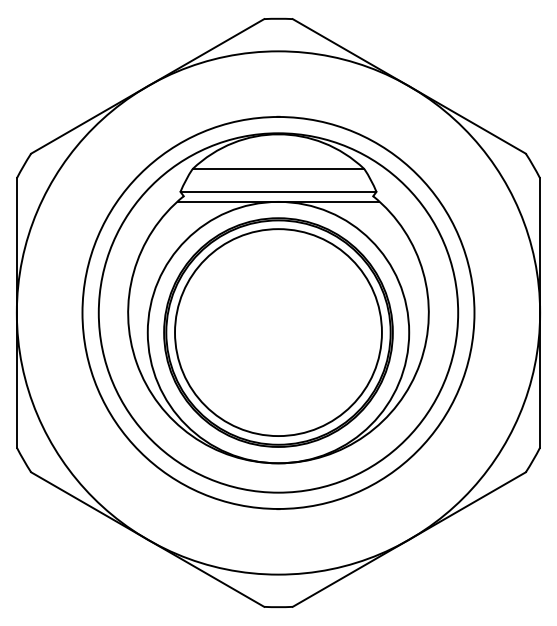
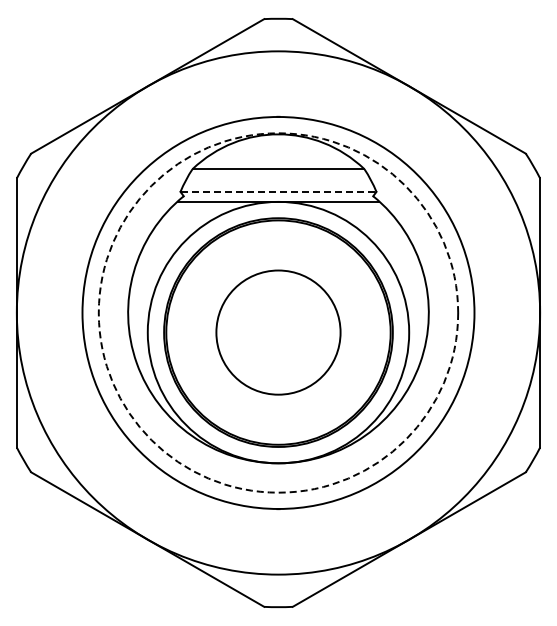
line at (278, 191): solid -> dashed
circle at (278, 312): solid -> dashed
circle at (278, 332) diameter: 207 px -> 124 px
